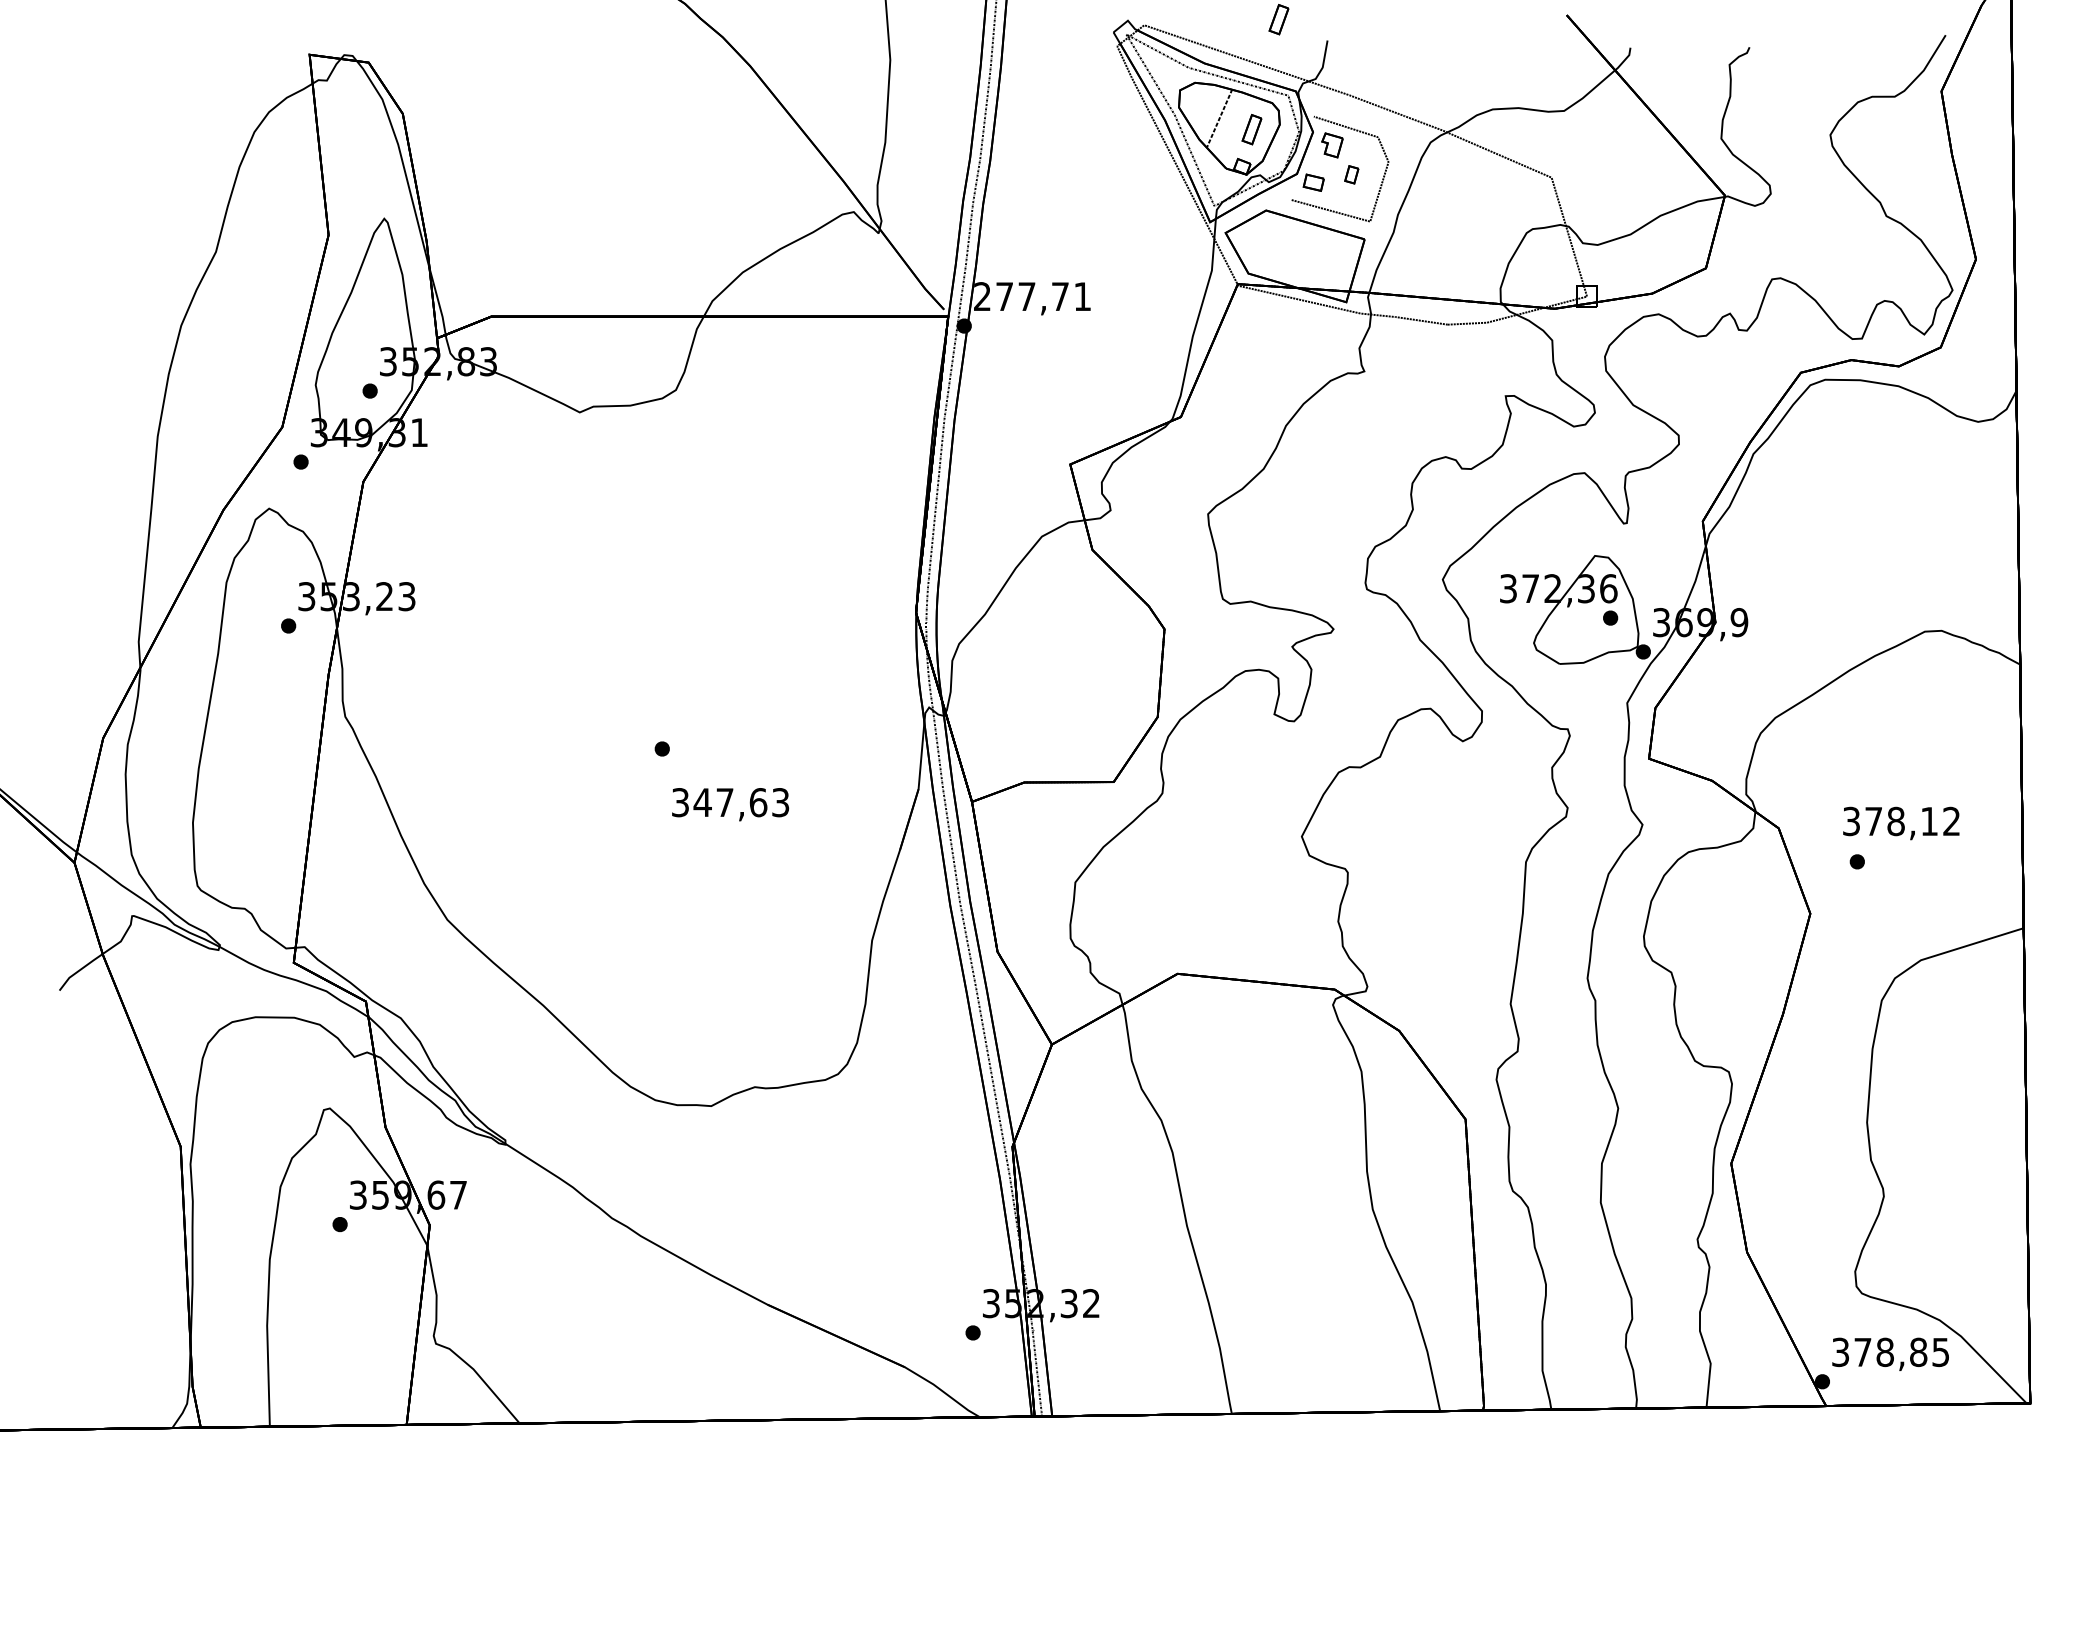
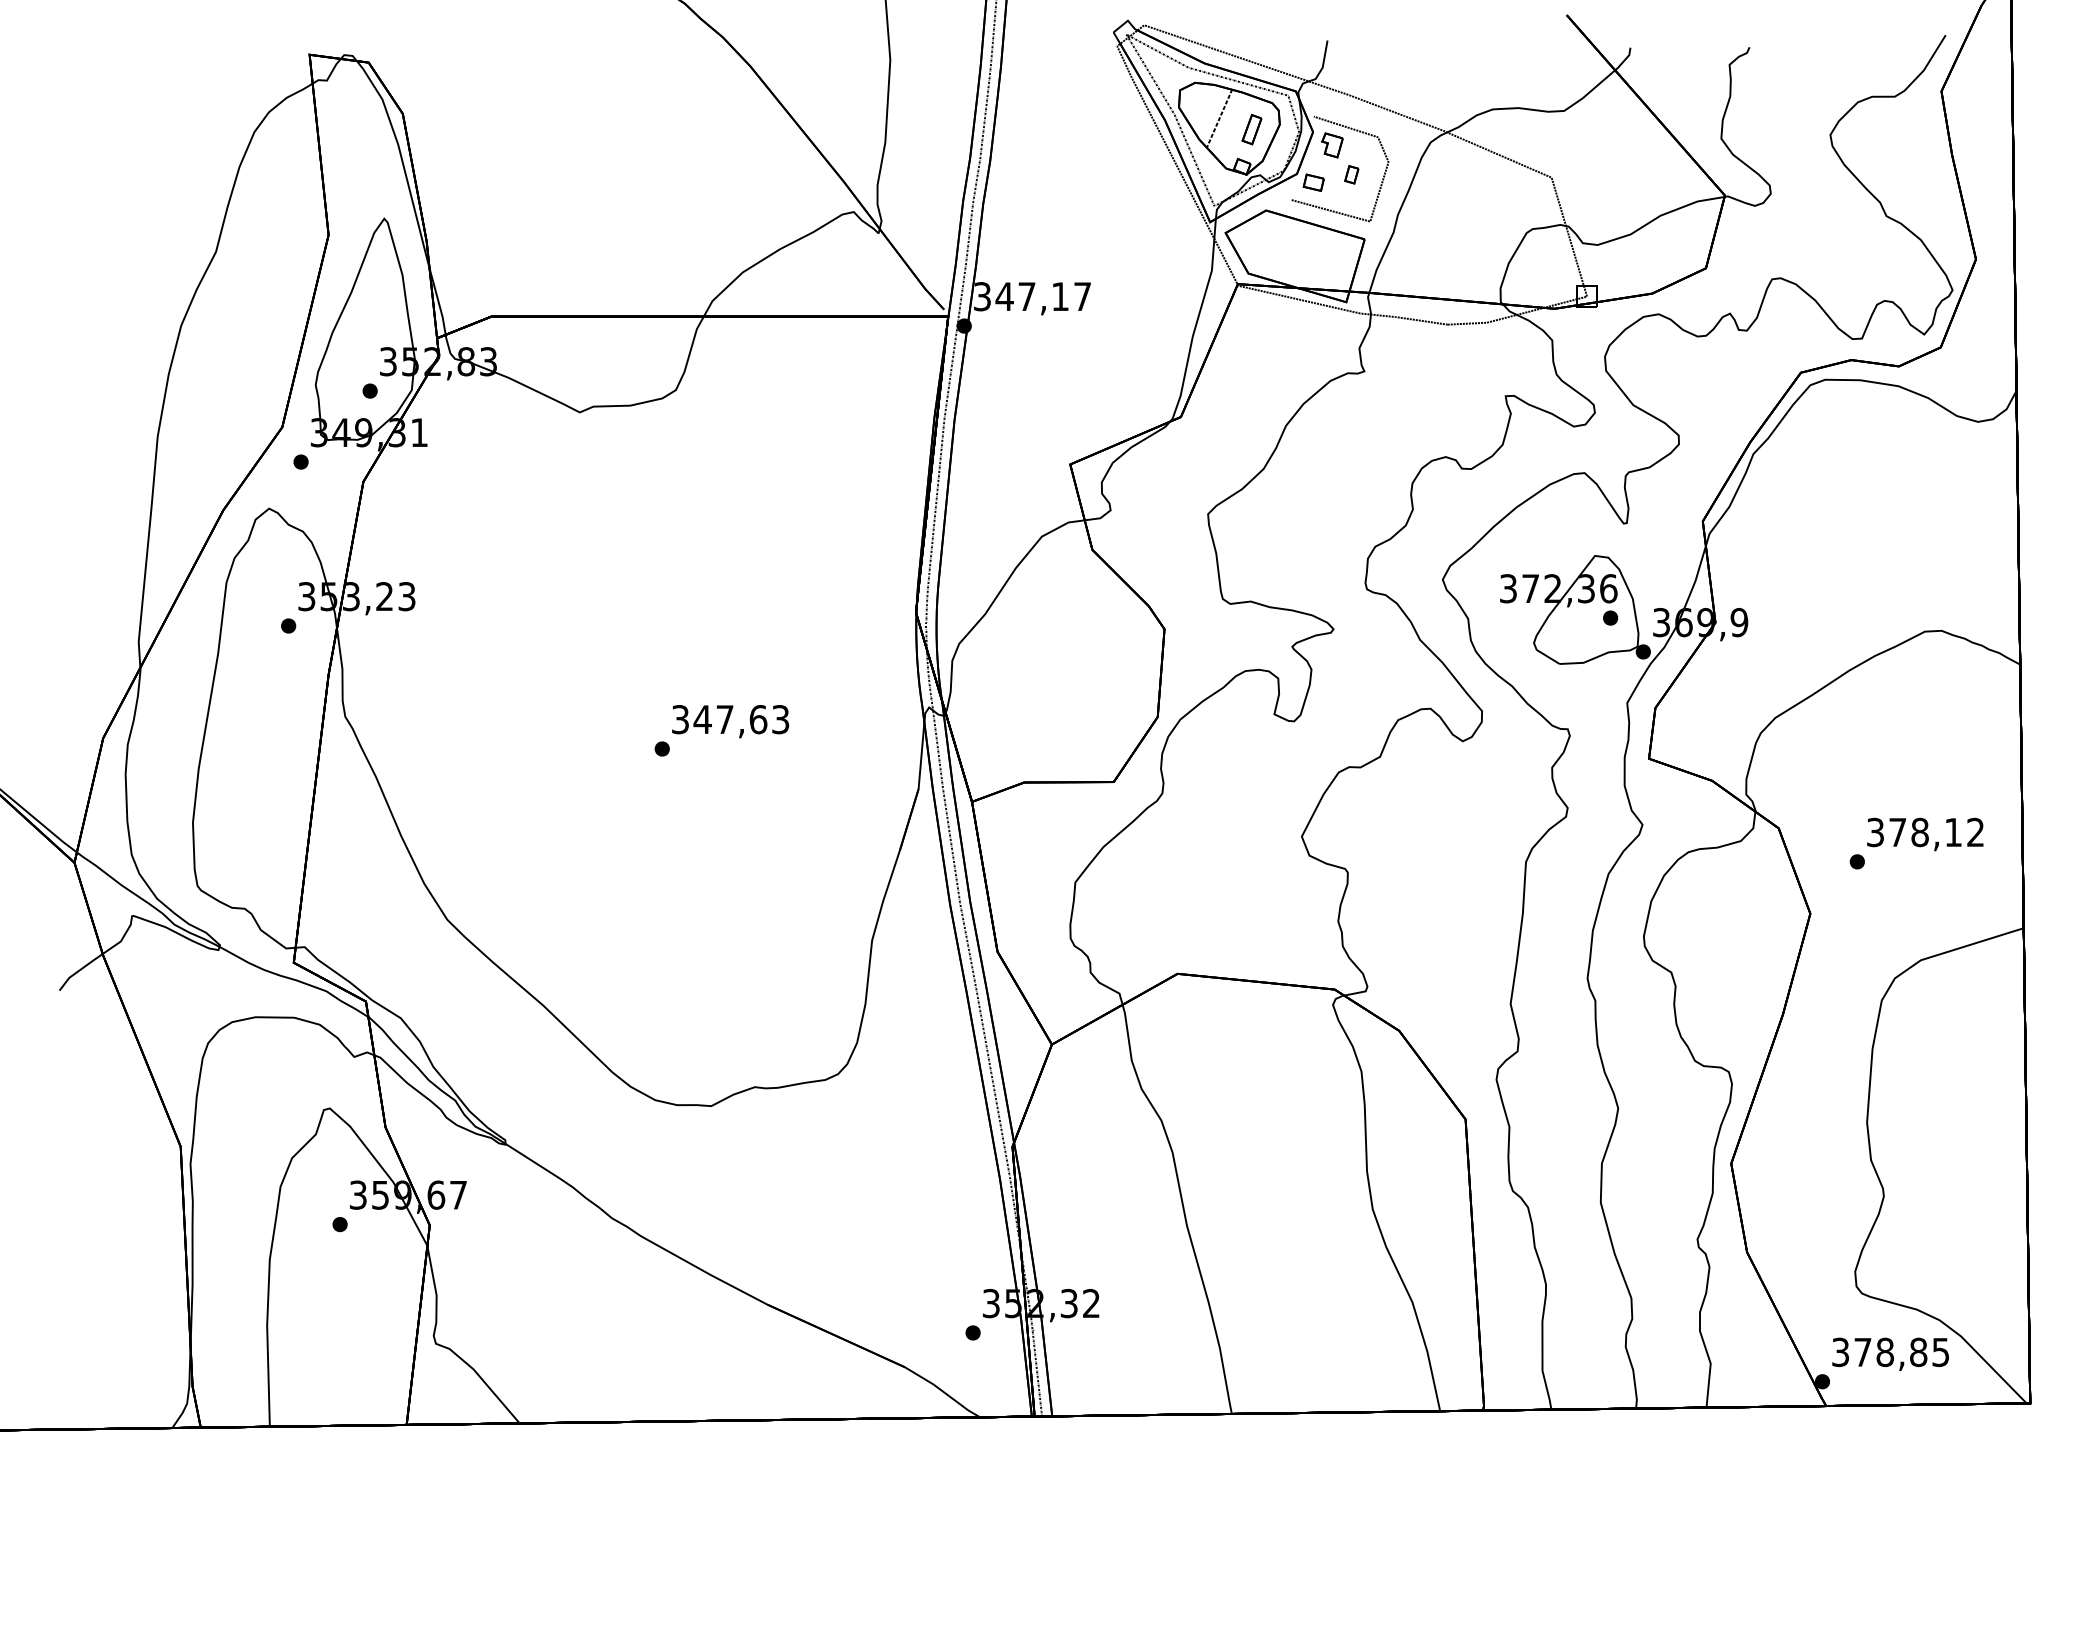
part at (1278, 19): present -> none
text at (1032, 296): 277,71 -> 347,17
text at (730, 804) position: (730, 804) -> (730, 721)
text at (1901, 823) position: (1901, 823) -> (1925, 834)
